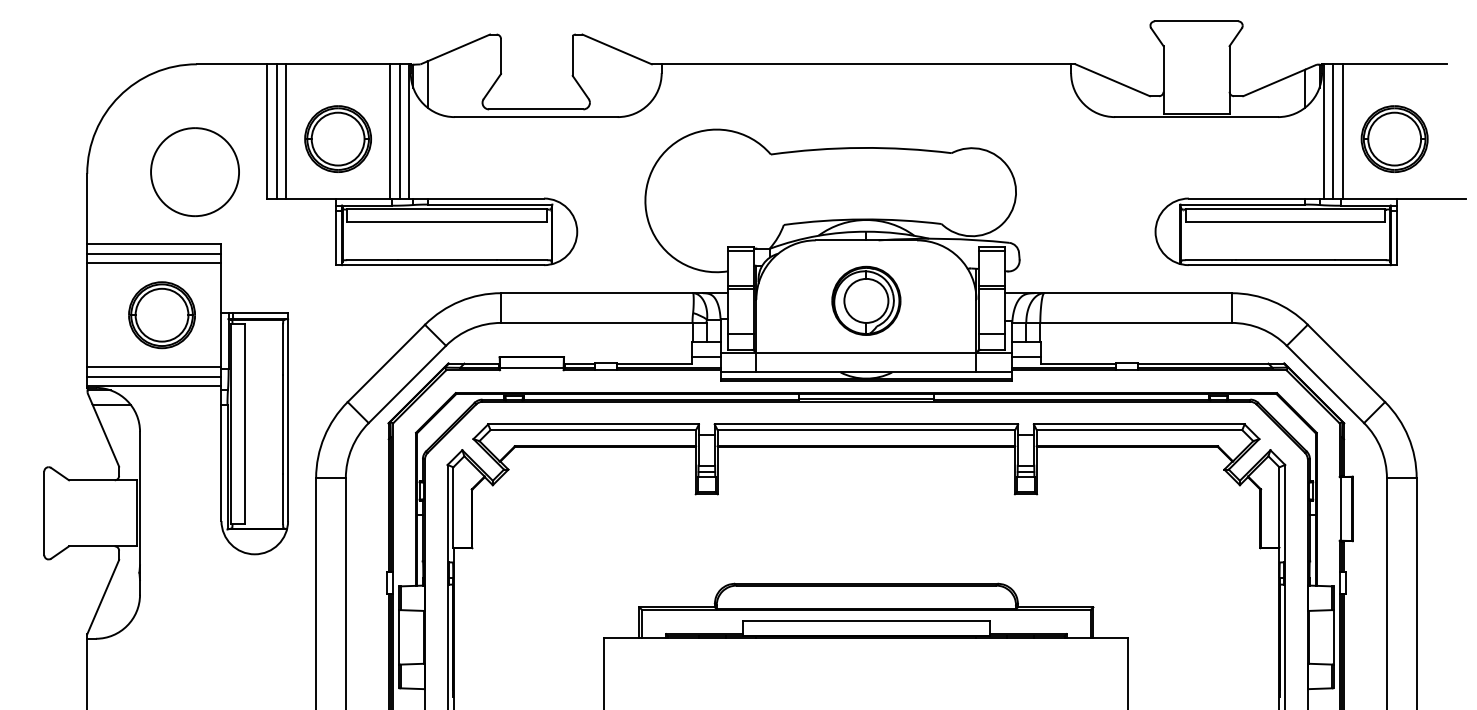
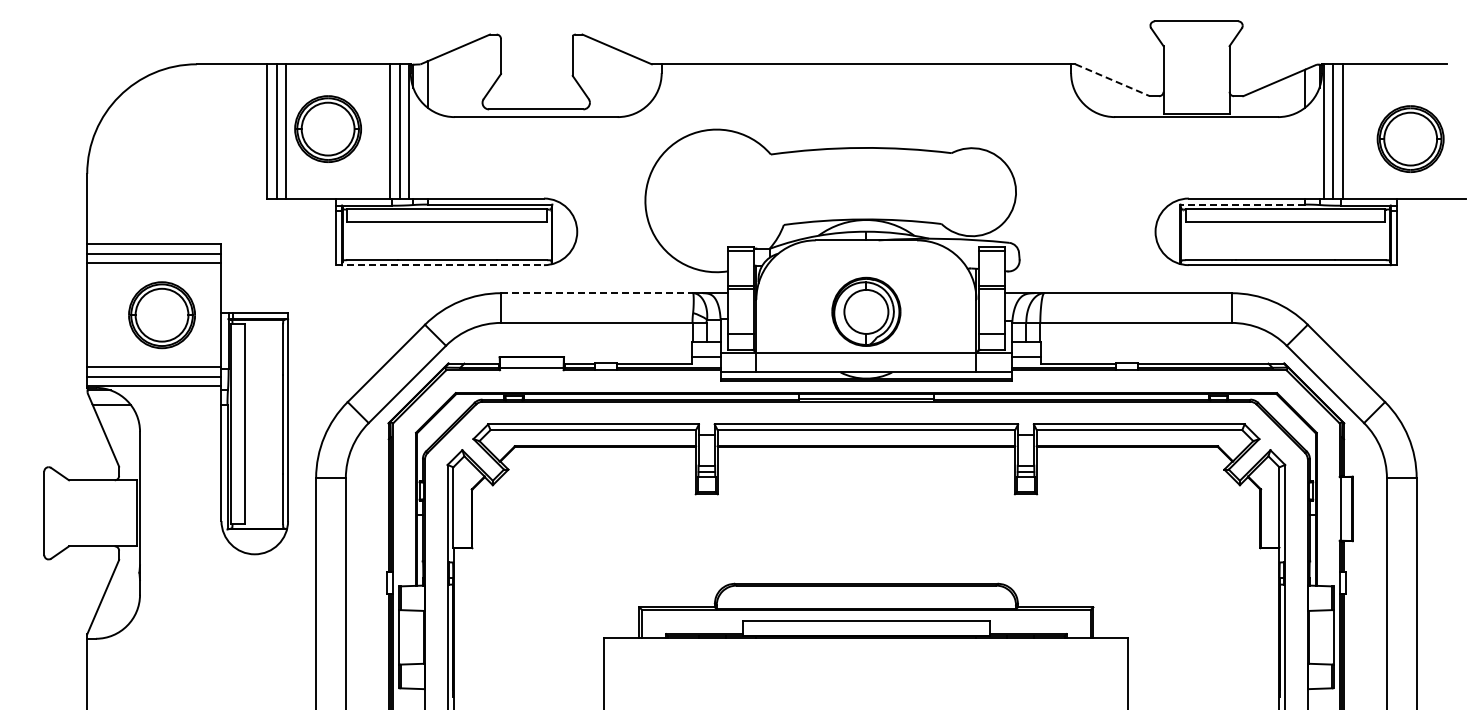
line at (1112, 80): solid -> dashed
part at (337, 138) position: (337, 138) -> (327, 128)
part at (1394, 138) position: (1394, 138) -> (1410, 138)
part at (194, 172): present -> none
line at (1242, 204): solid -> dashed
line at (440, 265): solid -> dashed
line at (597, 293): solid -> dashed
part at (866, 300) position: (866, 300) -> (866, 311)
